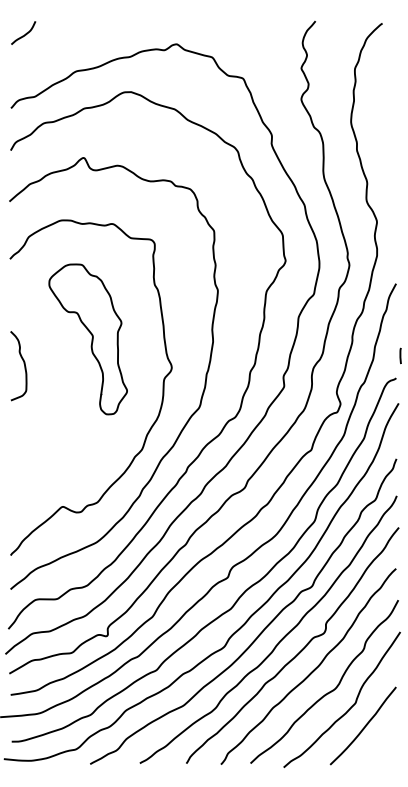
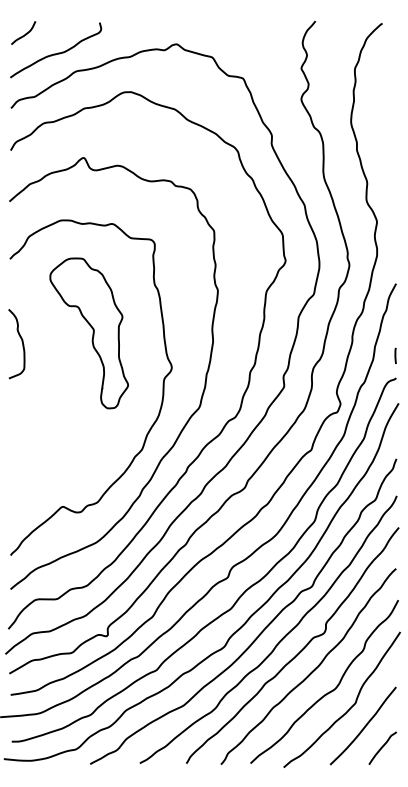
curve at (58, 52): none -> present
part at (87, 339) position: (87, 339) -> (88, 333)
line at (400, 355) position: (400, 355) -> (395, 355)
curve at (23, 363) position: (23, 363) -> (21, 341)
curve at (382, 747): none -> present
